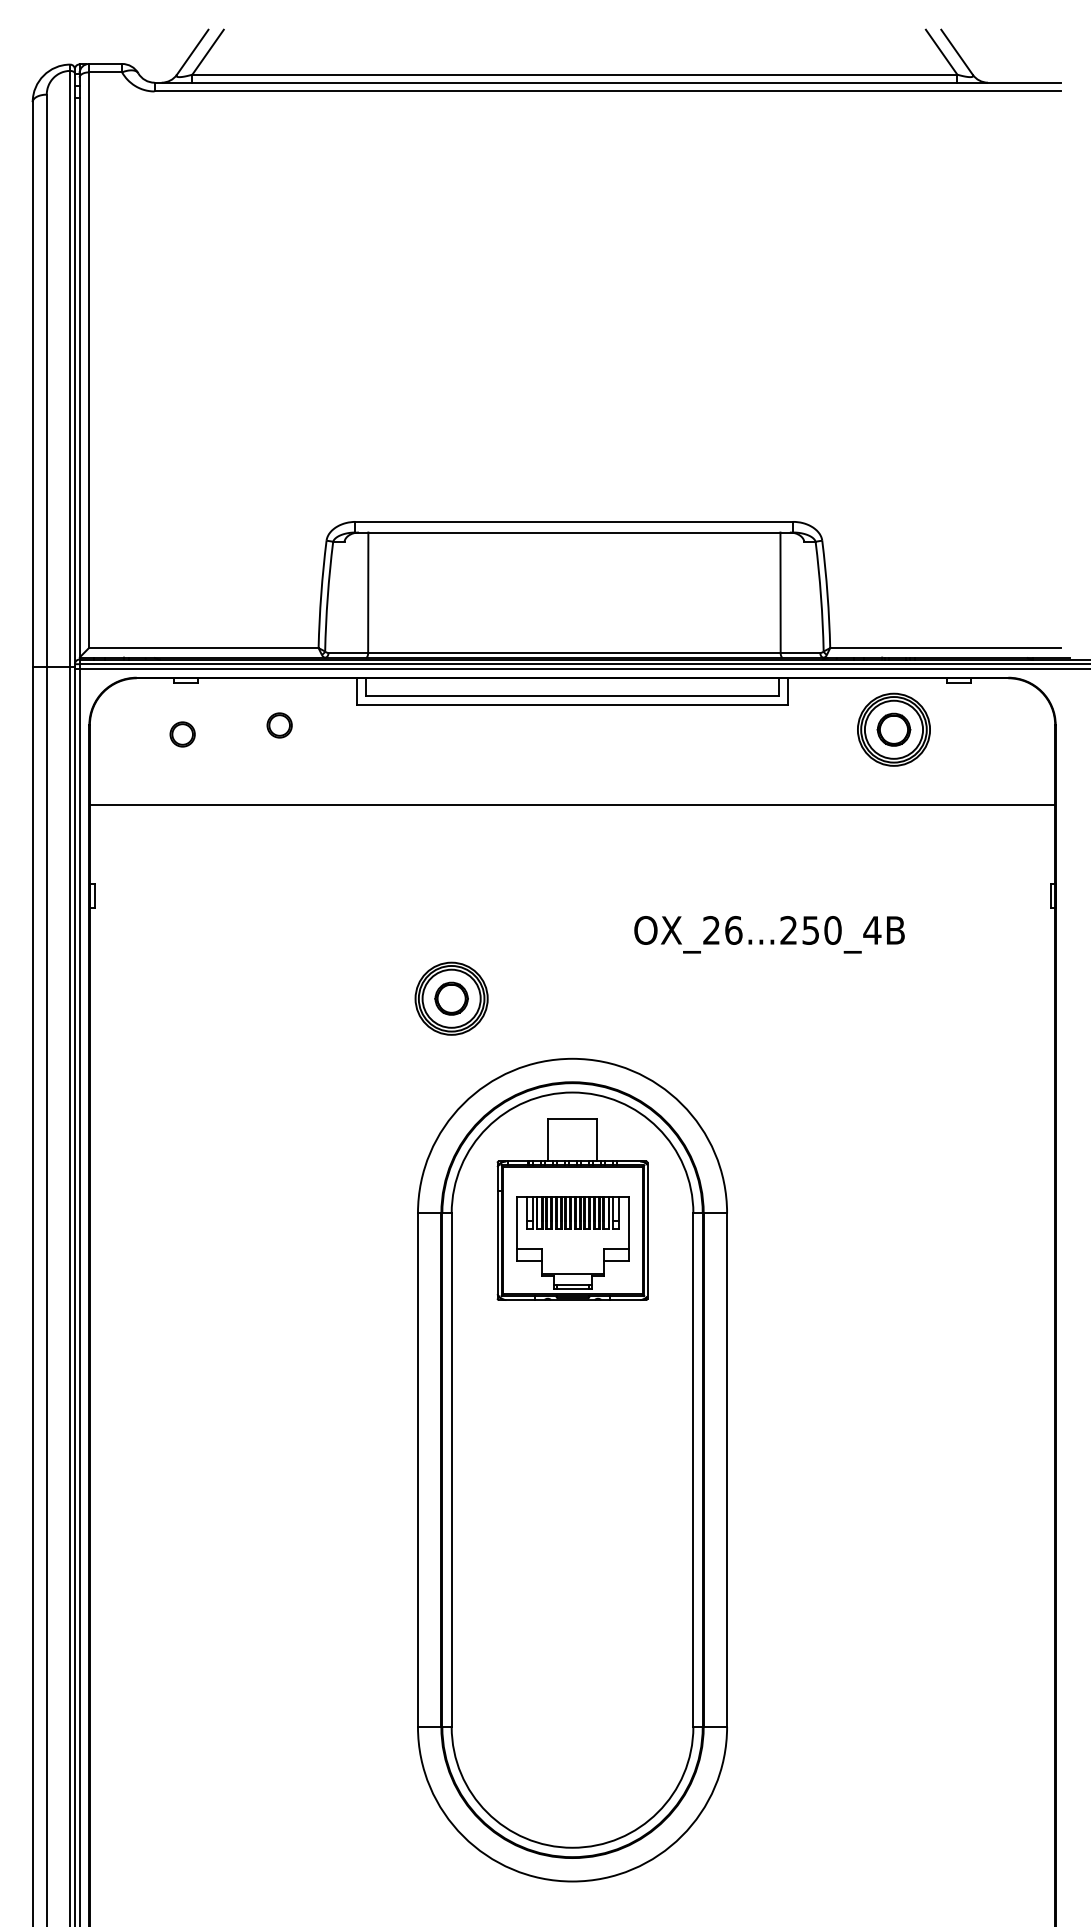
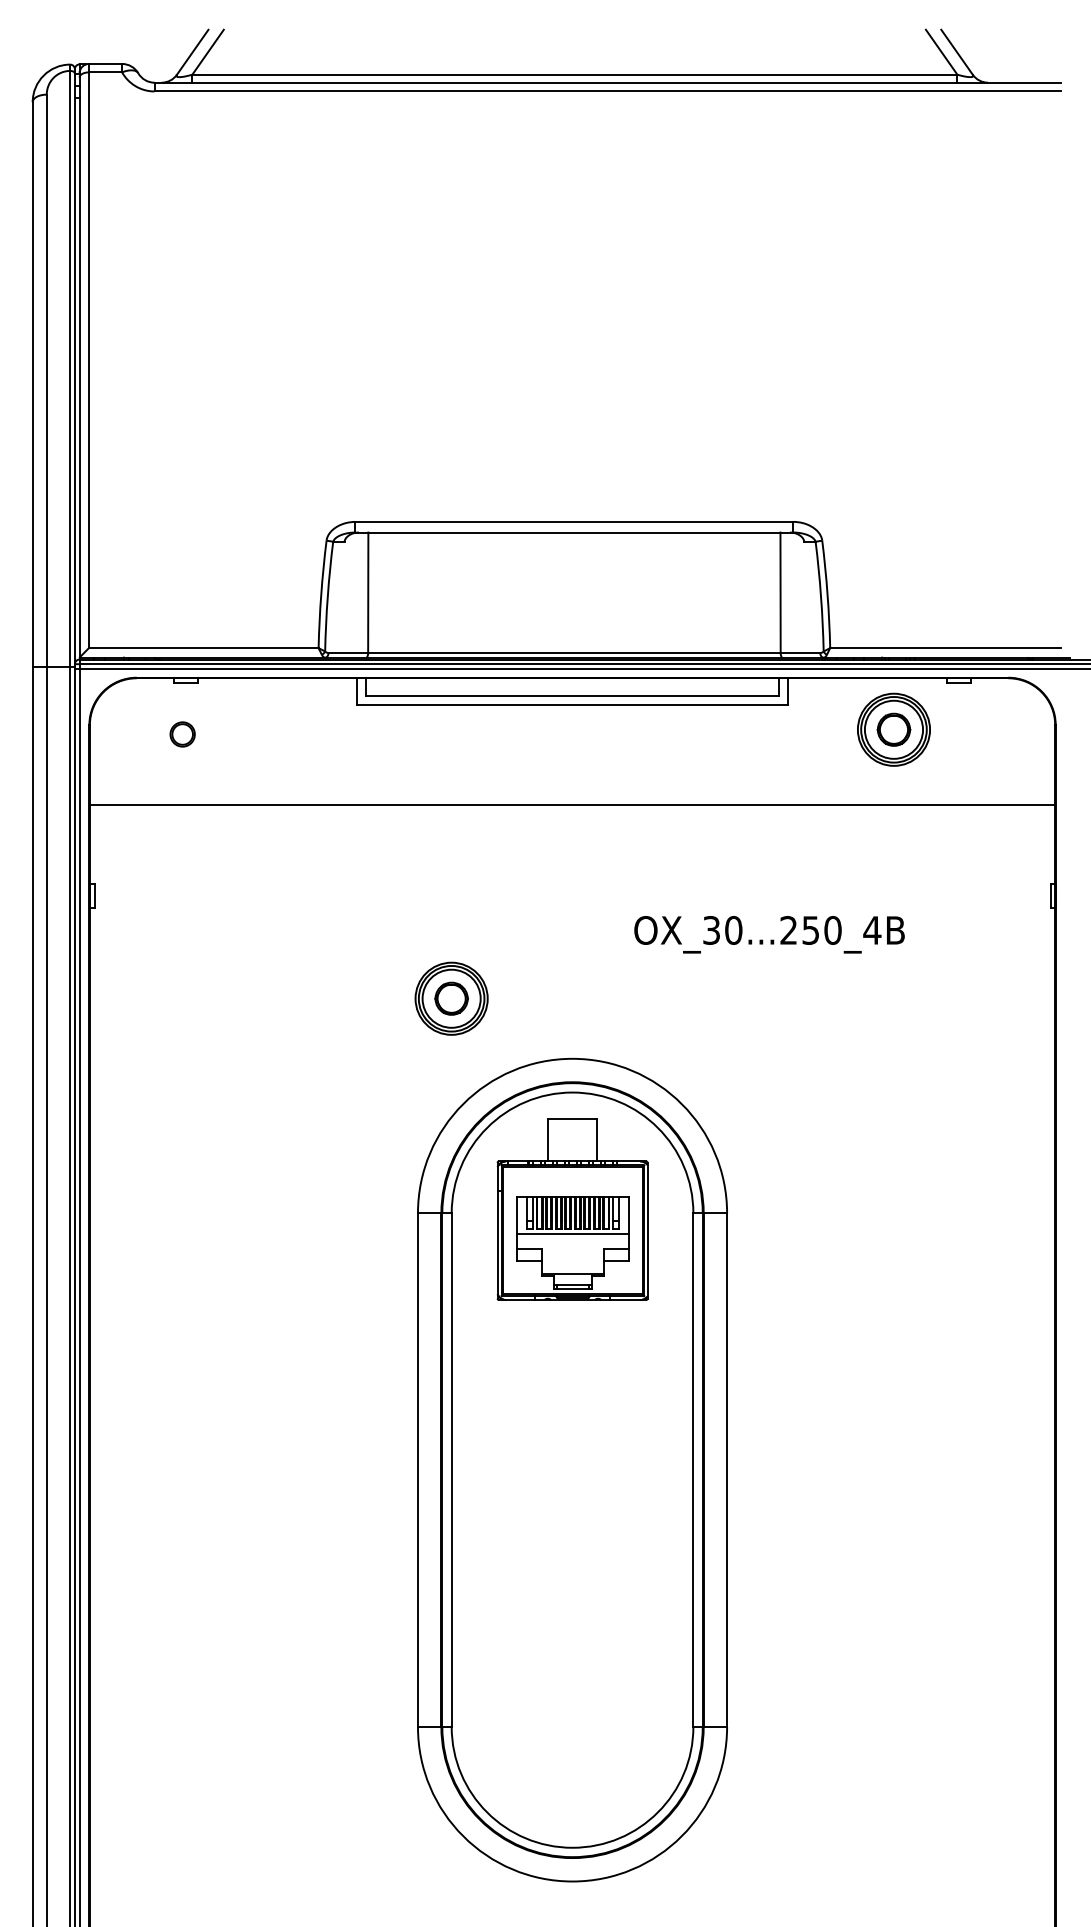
part at (279, 725): present -> none
text at (722, 930): OX_26...250_4B -> OX_30...250_4B
line at (572, 1233): none -> present
